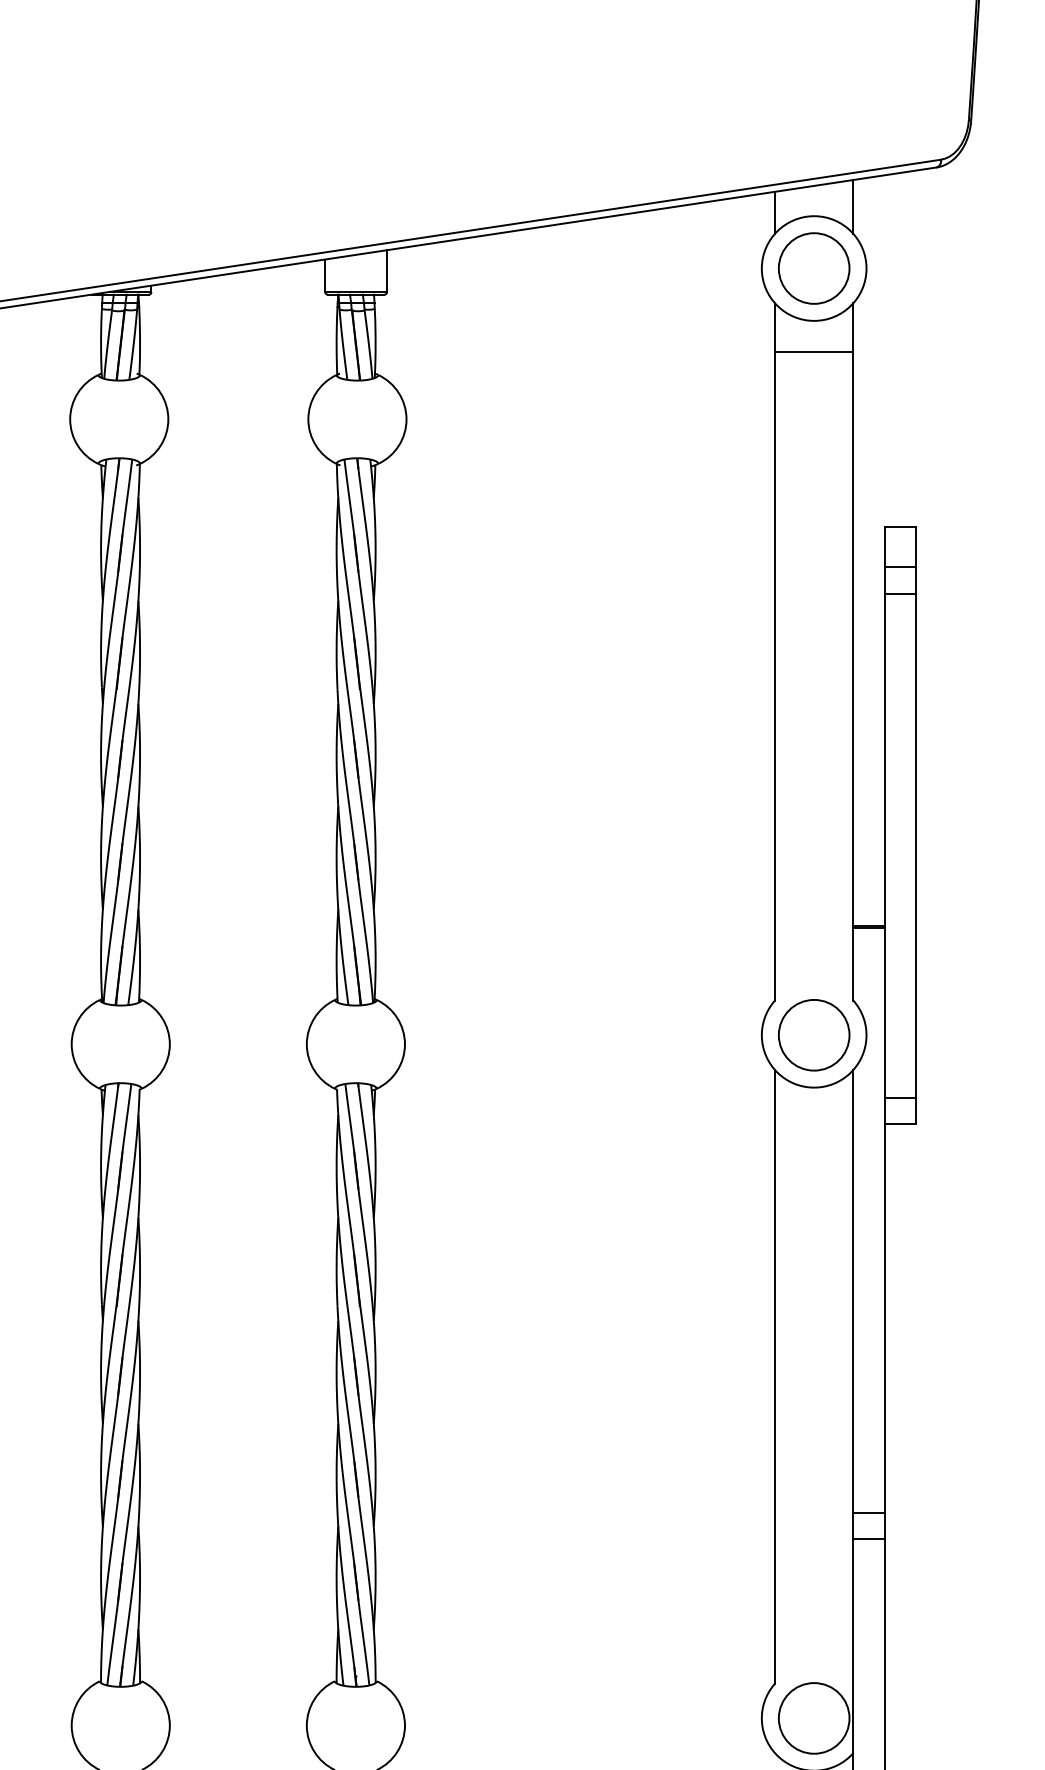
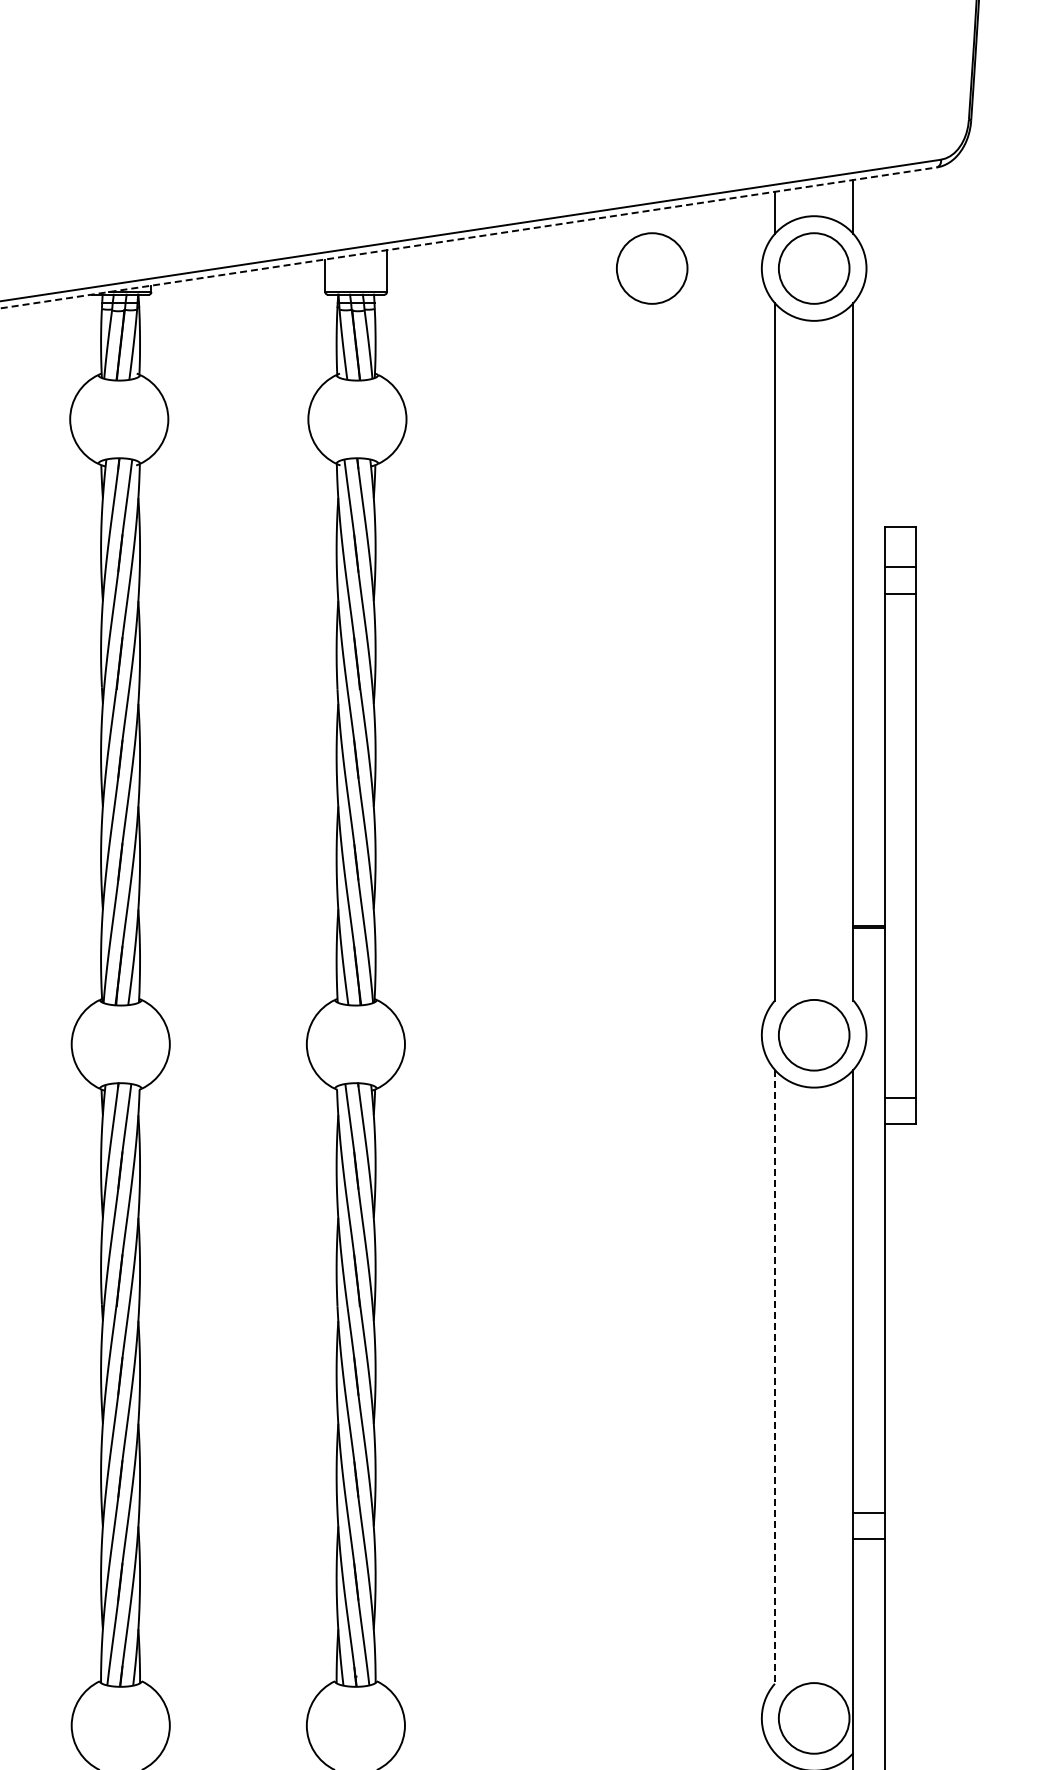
line at (469, 237): solid -> dashed
circle at (652, 268): none -> present
line at (813, 352): present -> none
line at (774, 1377): solid -> dashed
